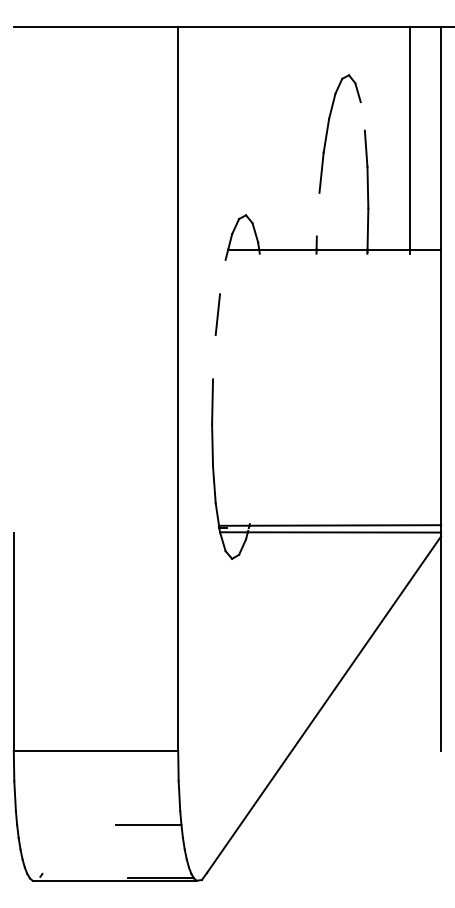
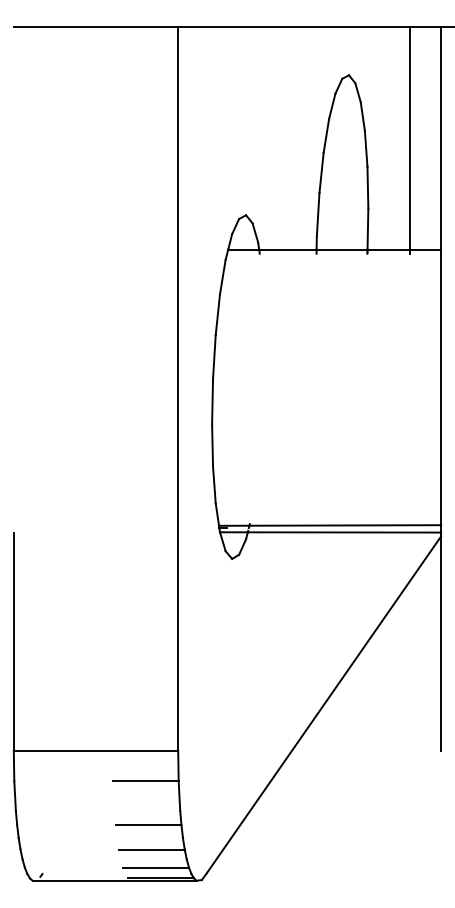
line at (362, 116): none -> present
line at (317, 214): none -> present
line at (222, 276): none -> present
line at (214, 357): none -> present
line at (145, 781): none -> present
line at (151, 849): none -> present
line at (156, 867): none -> present
